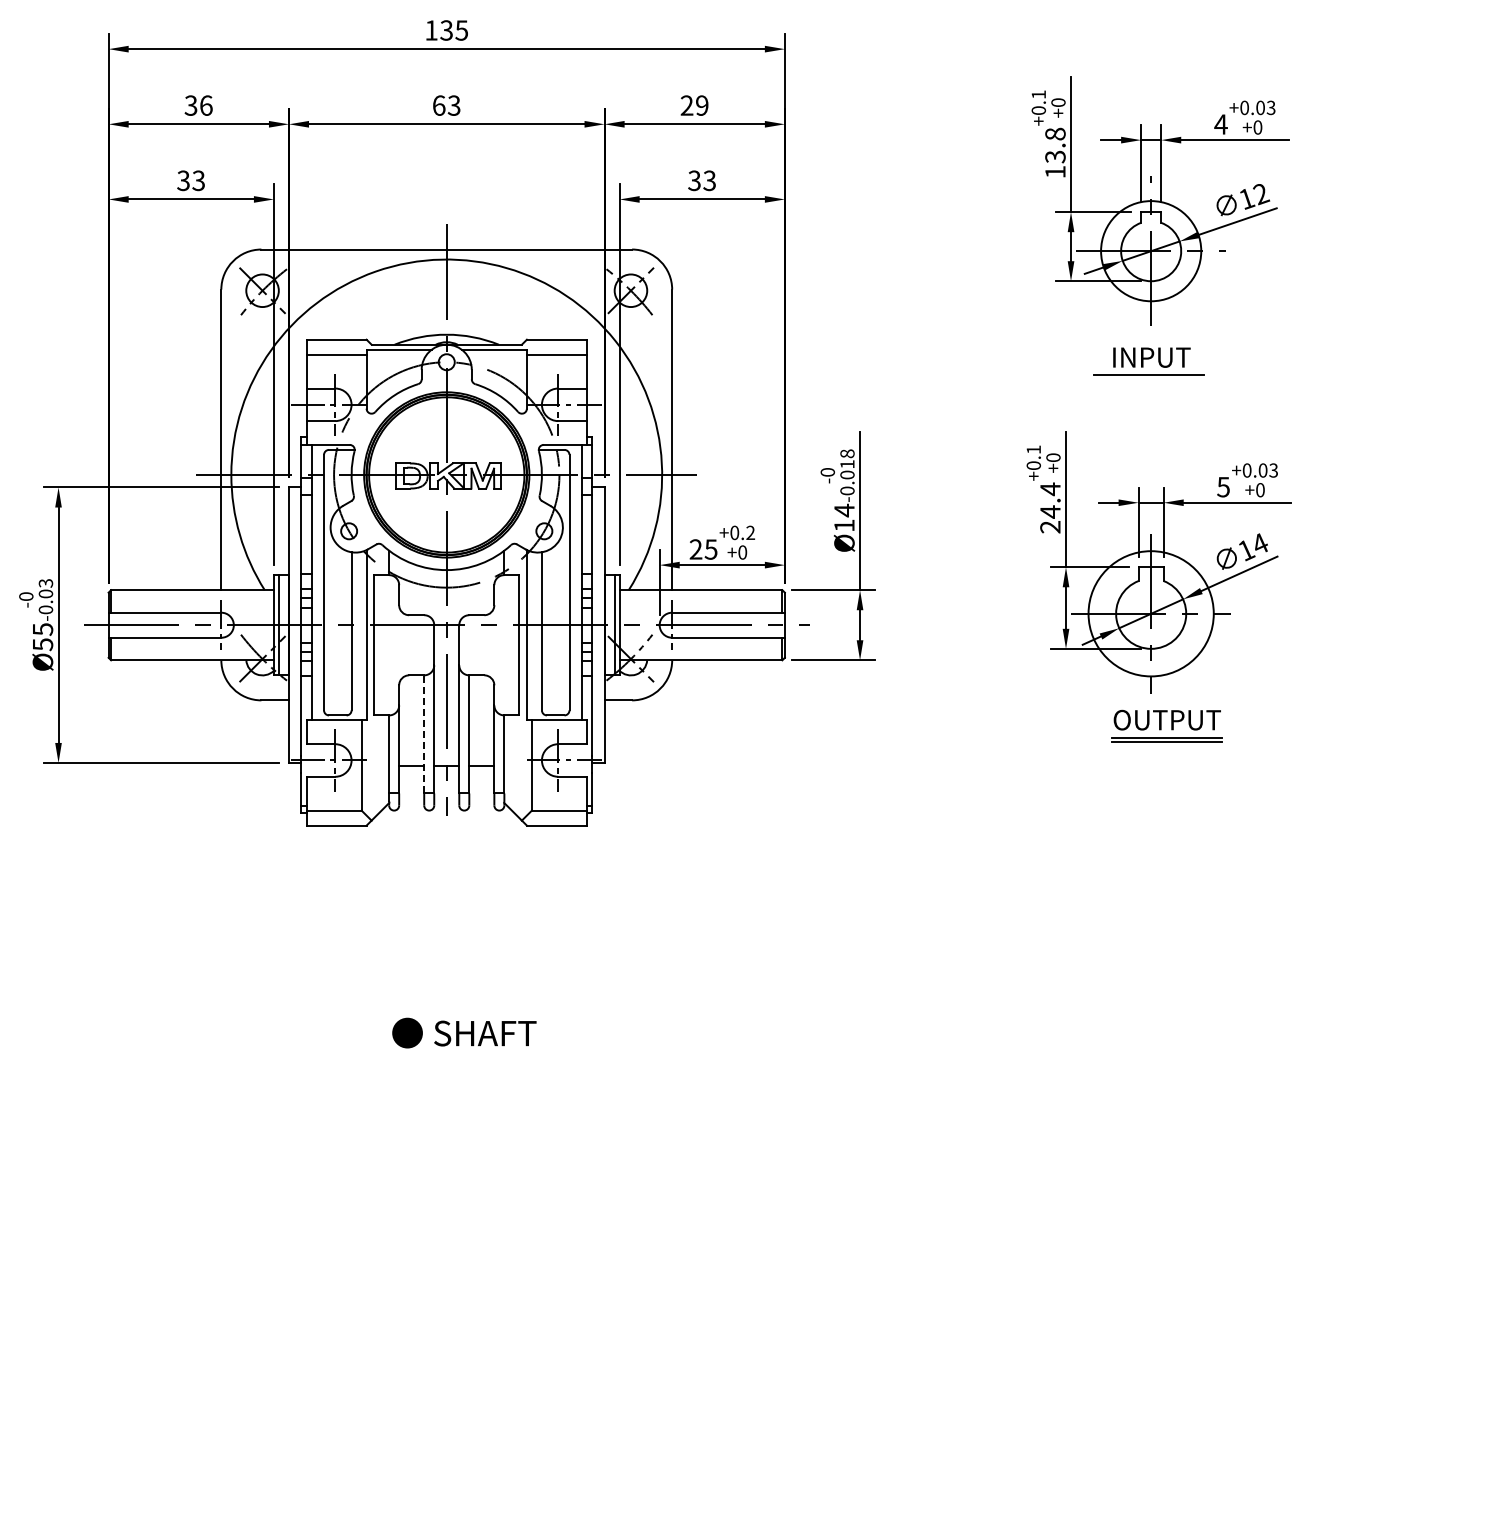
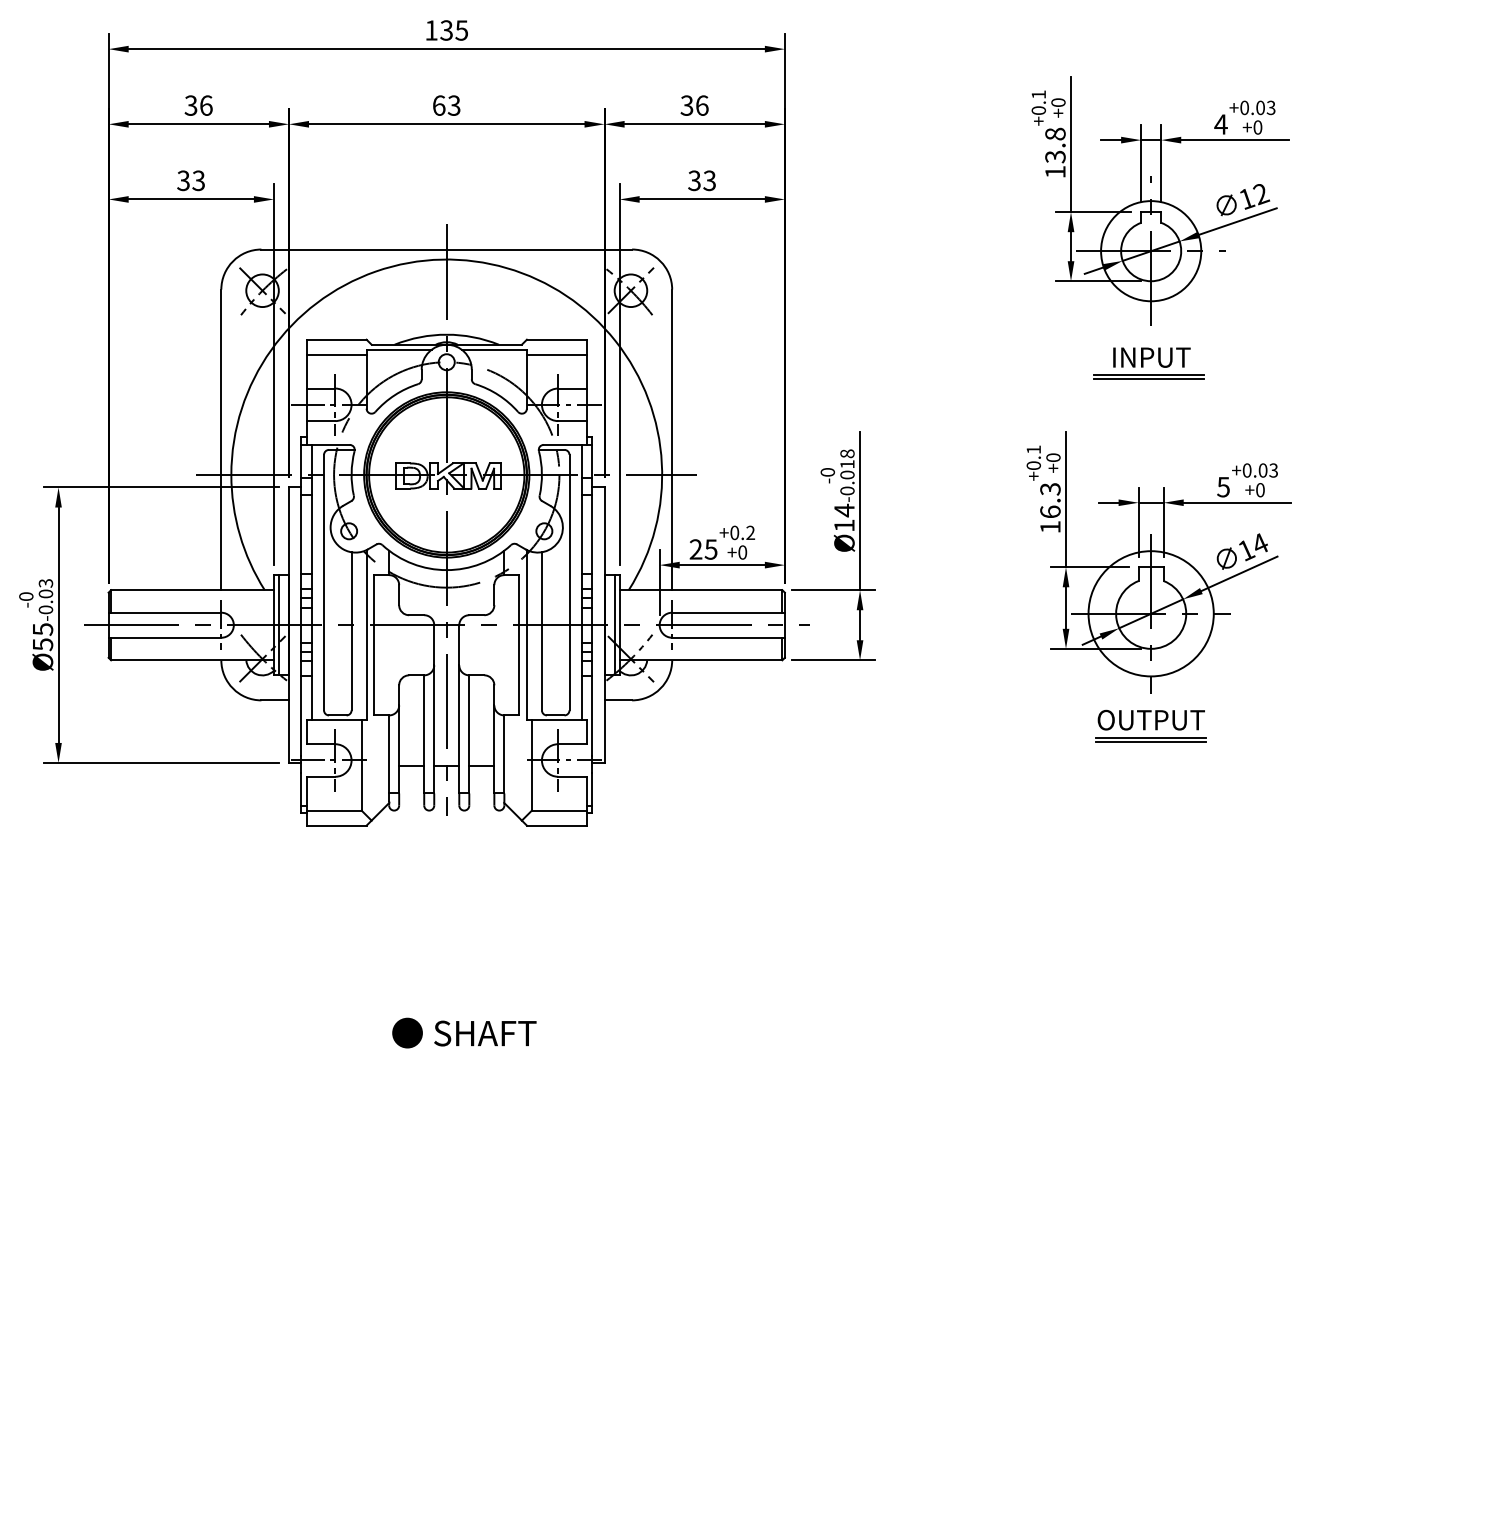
text at (694, 105): 29 -> 36
line at (1148, 379): none -> present
text at (1050, 507): 24.4 -> 16.3
part at (1166, 725) position: (1166, 725) -> (1150, 725)
line at (424, 733): dashed -> solid
